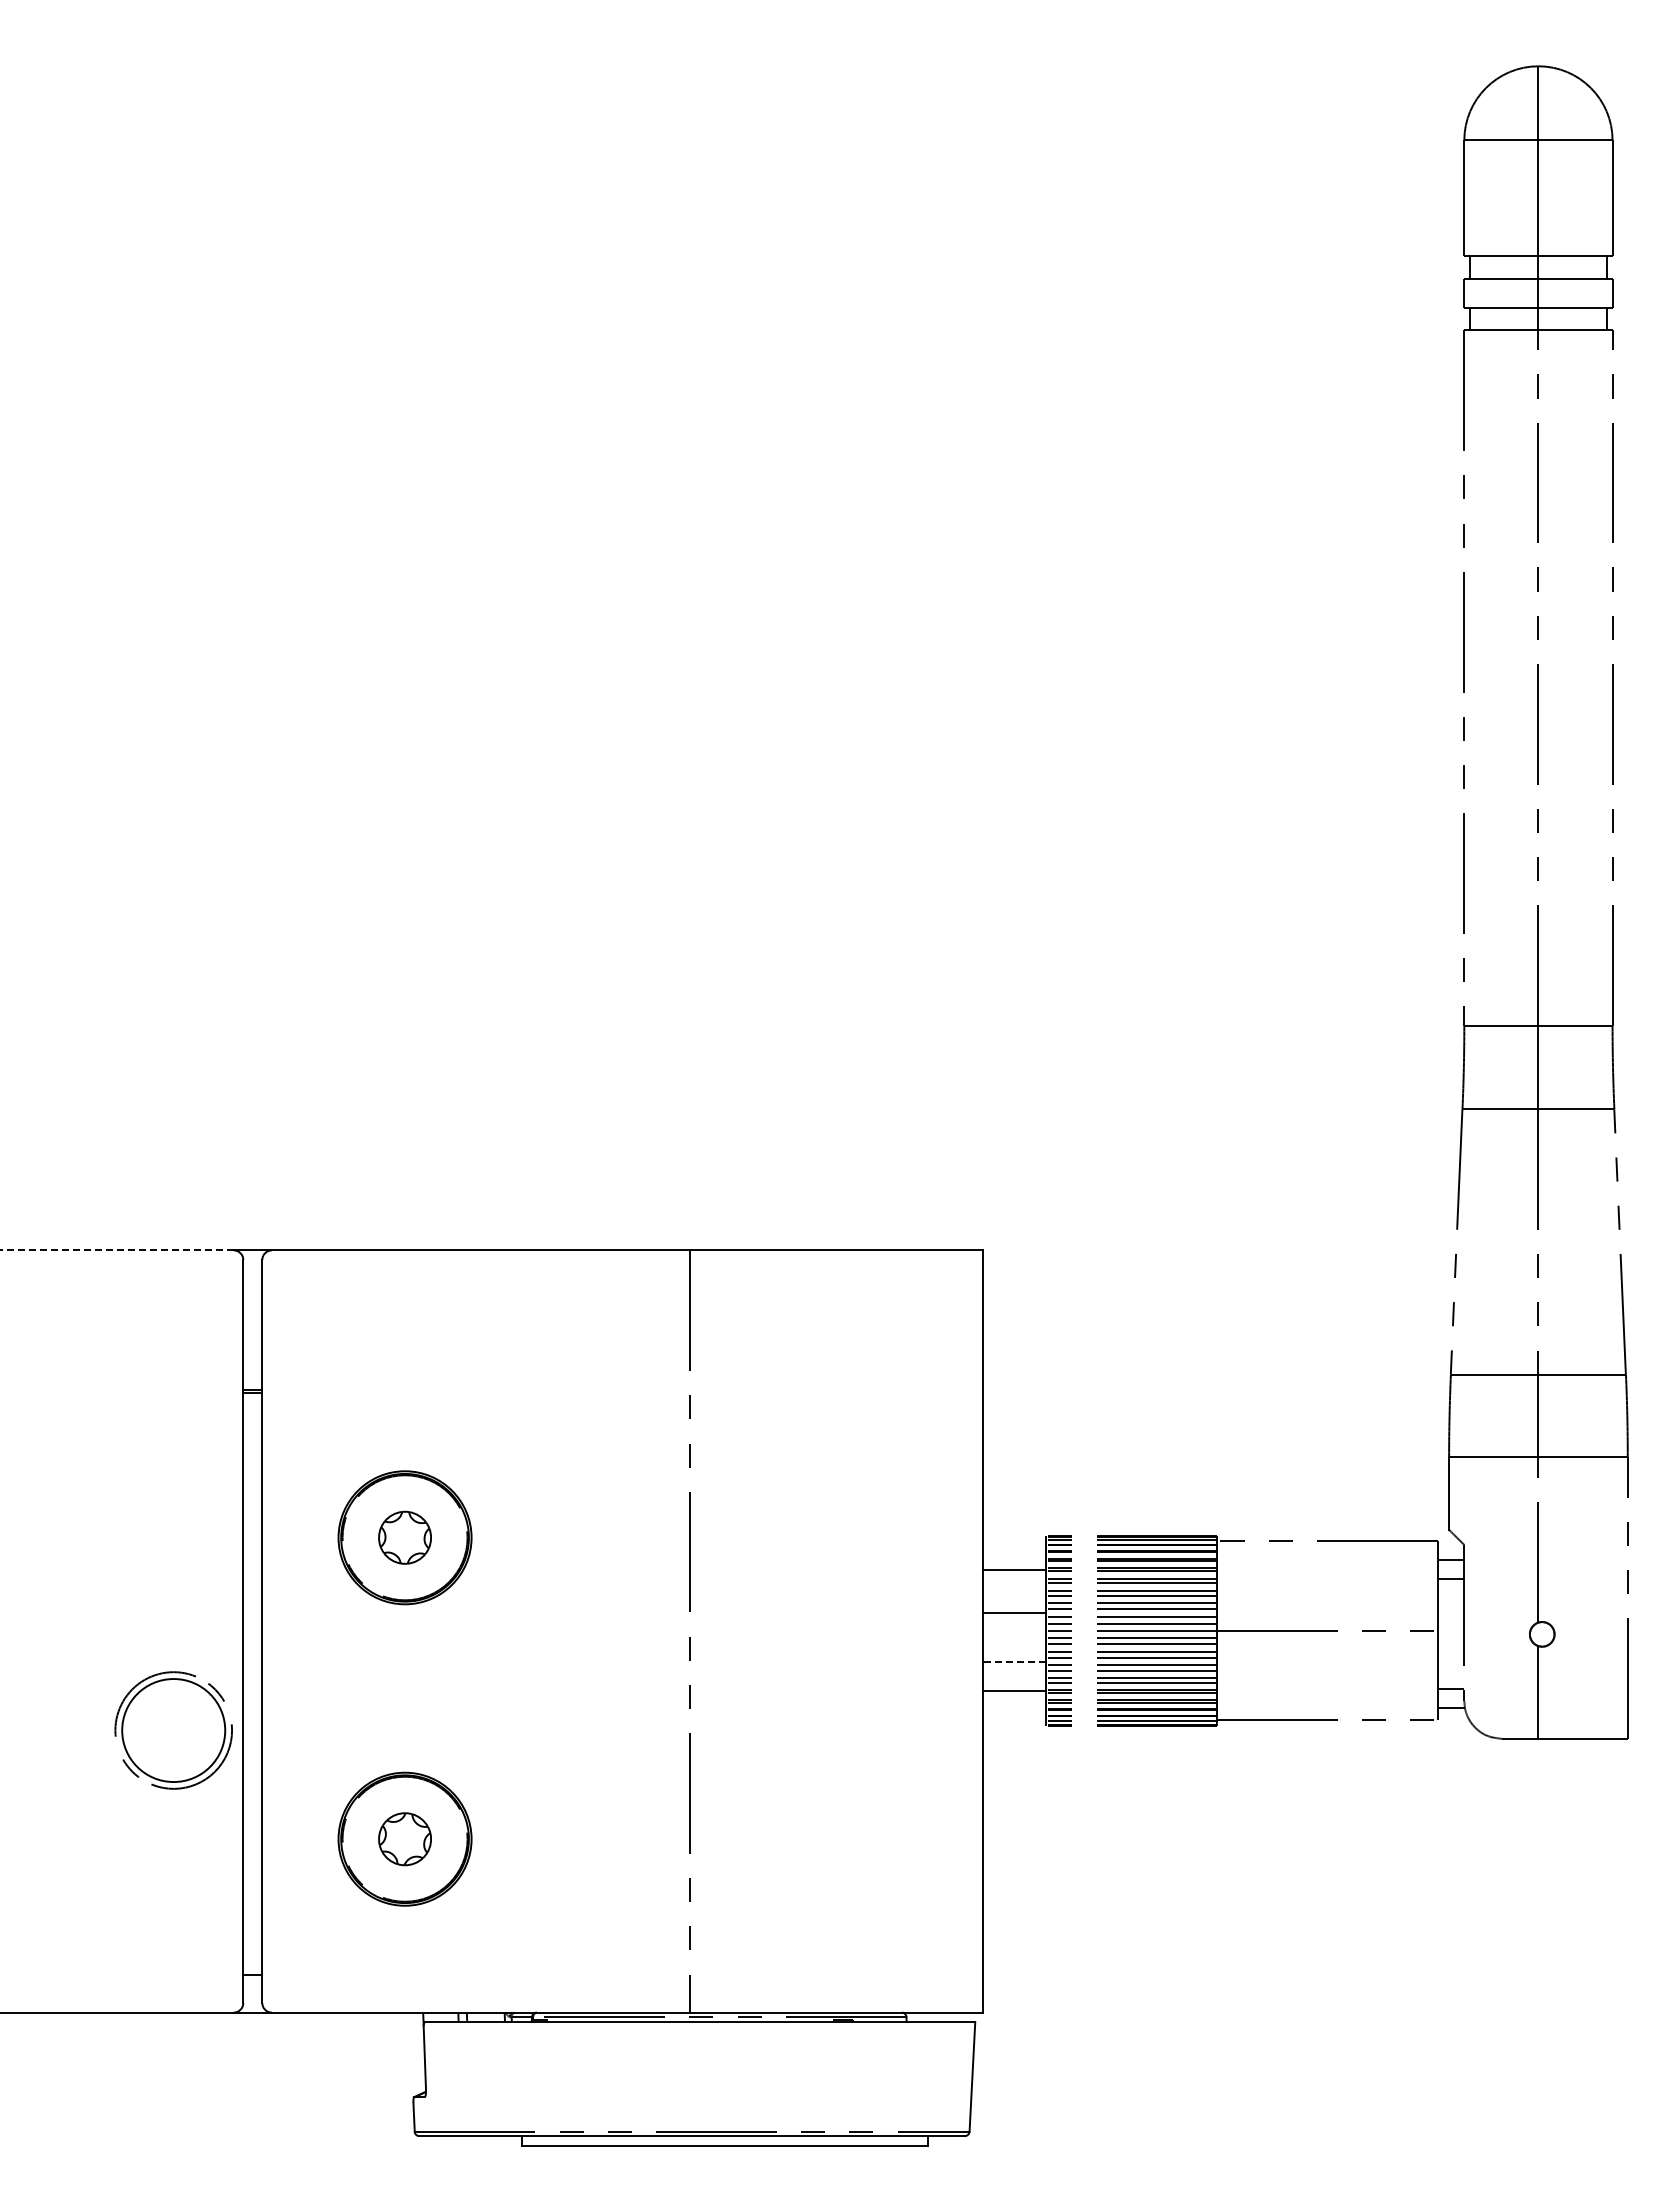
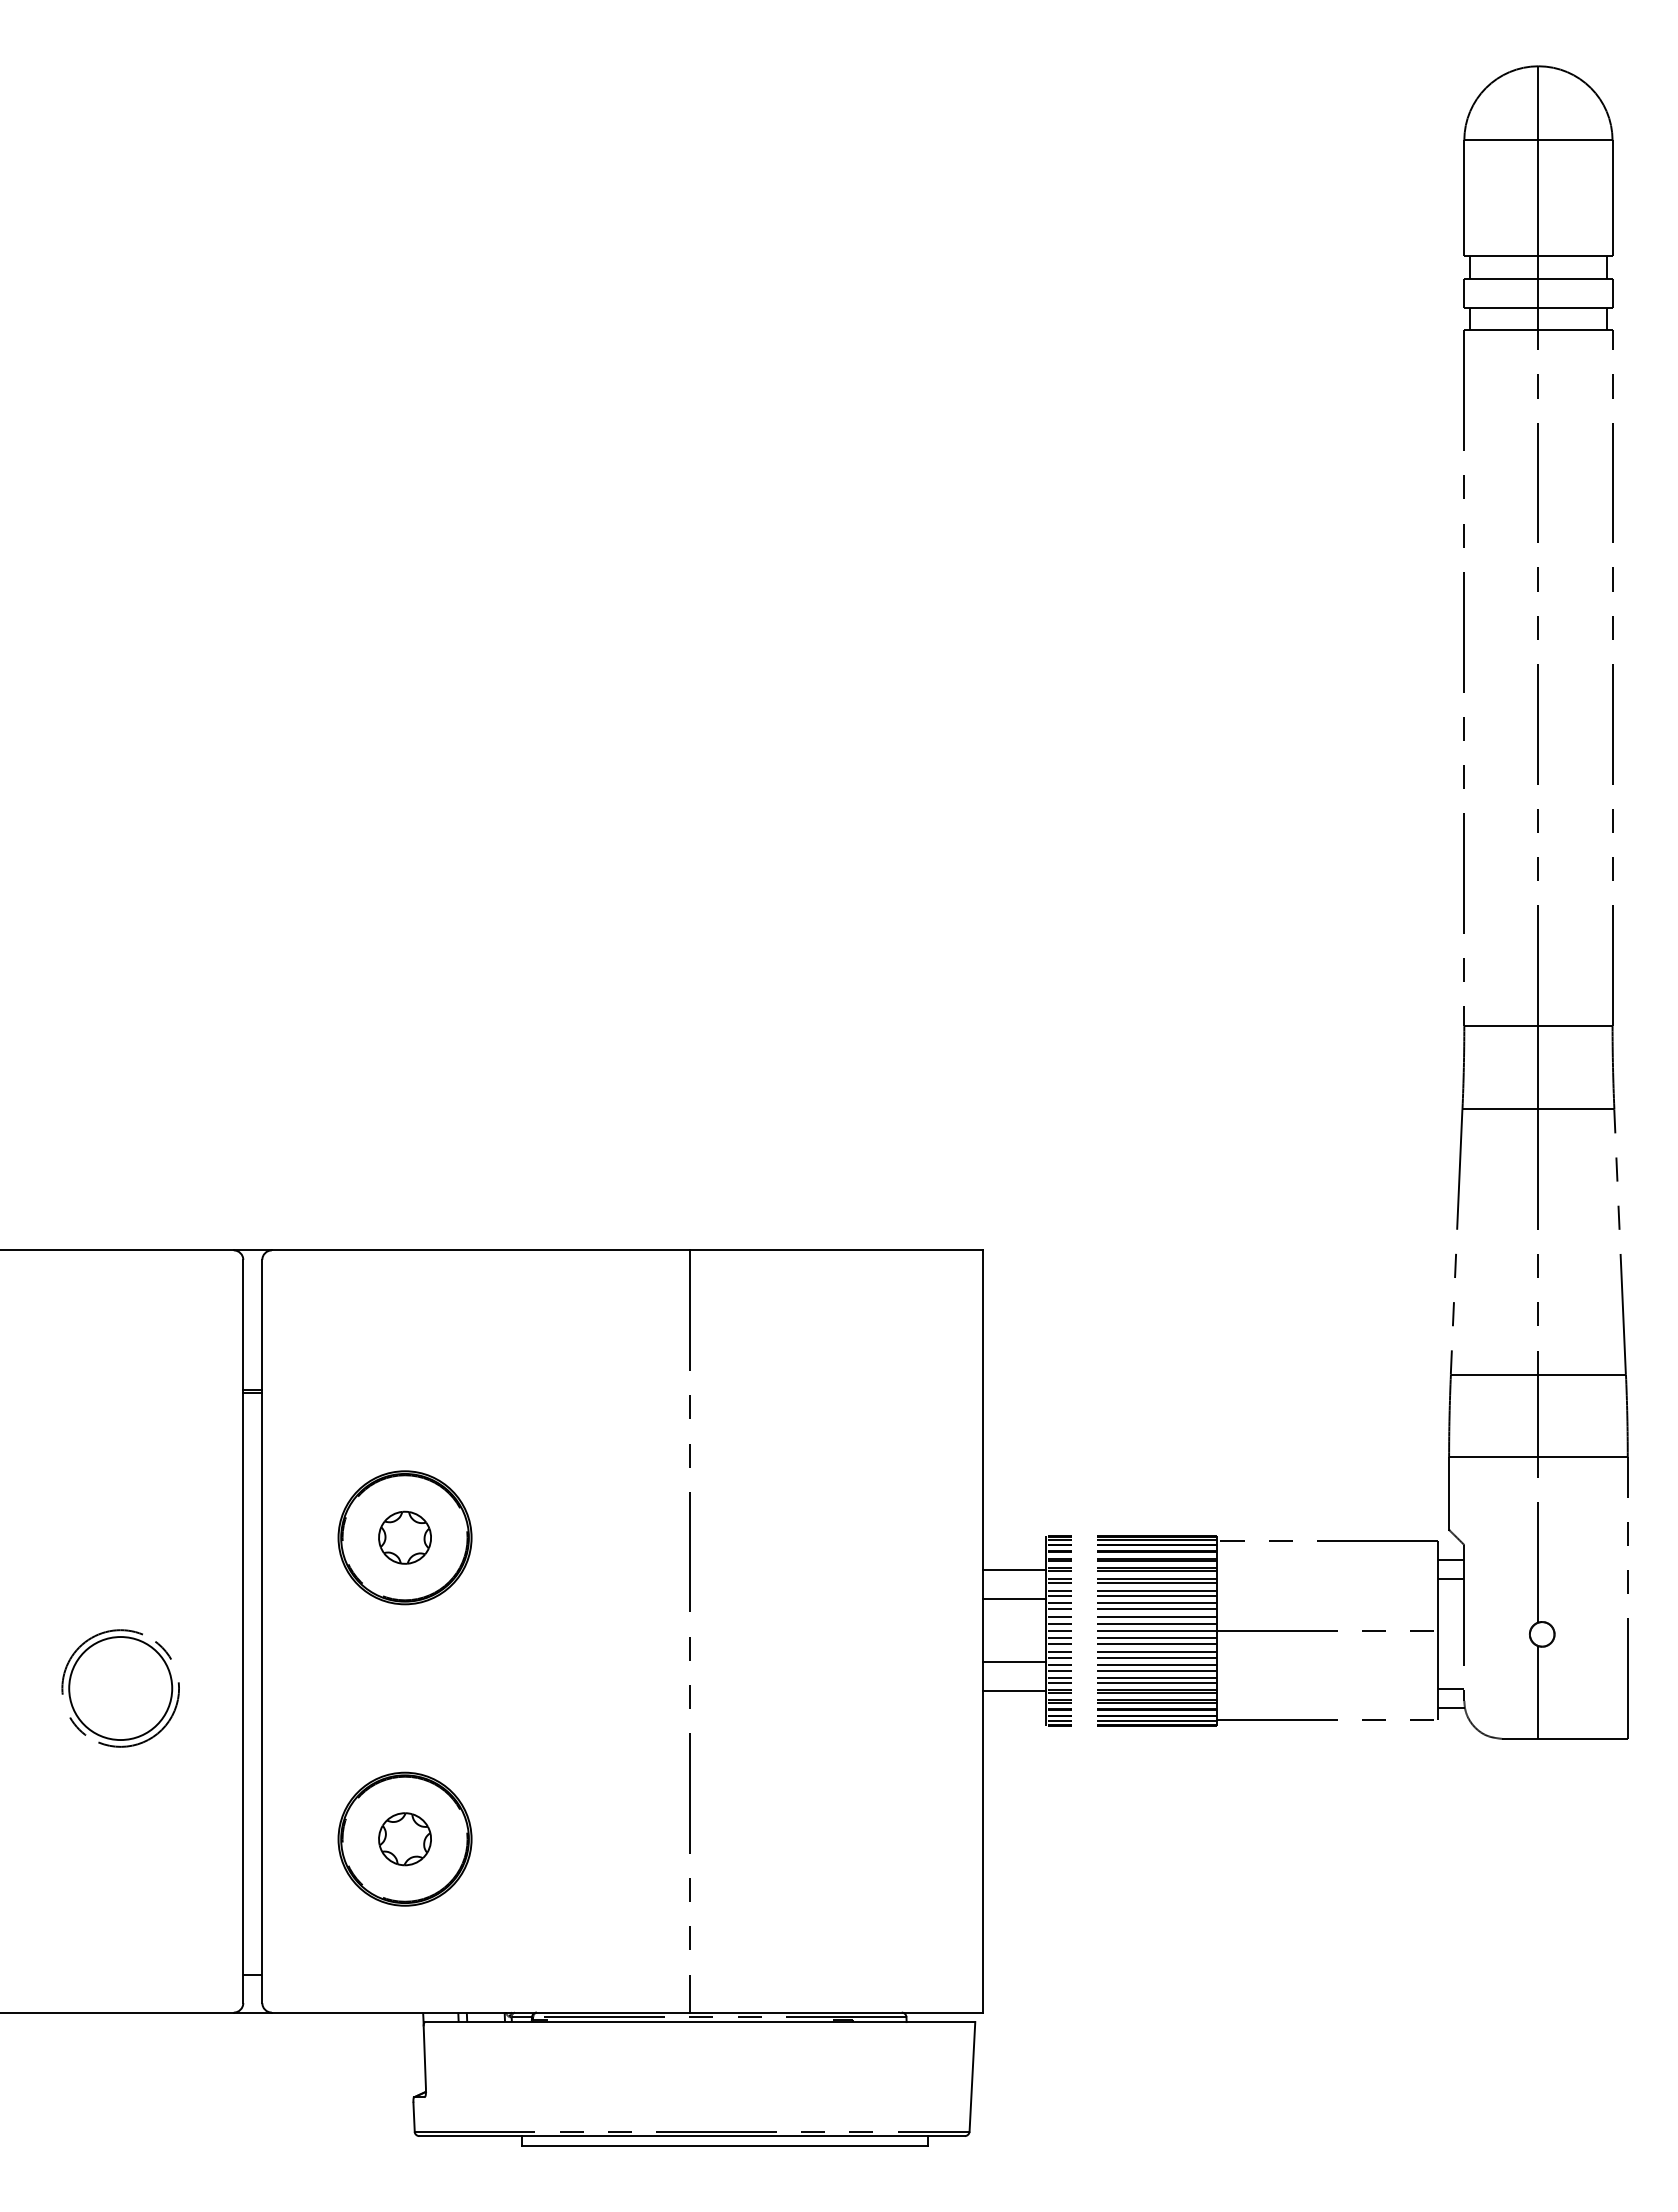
line at (116, 1250): dashed -> solid
line at (1014, 1612) position: (1014, 1612) -> (1014, 1598)
line at (1014, 1662): dashed -> solid
part at (173, 1730) position: (173, 1730) -> (120, 1688)
